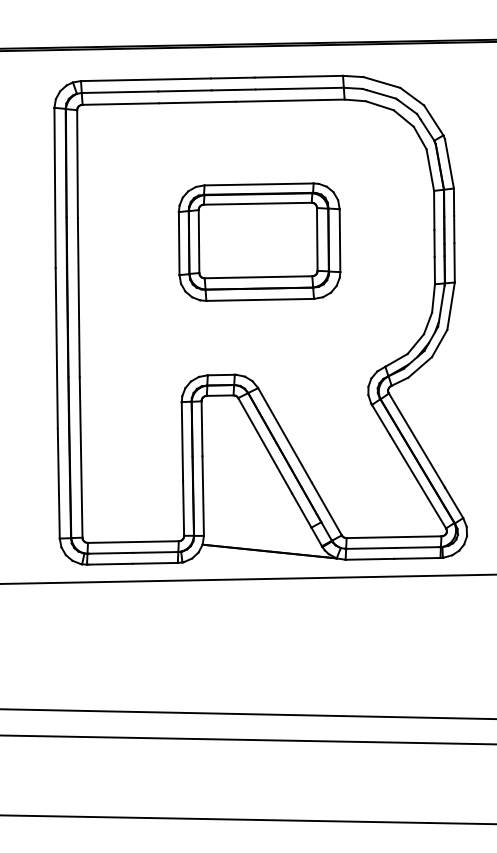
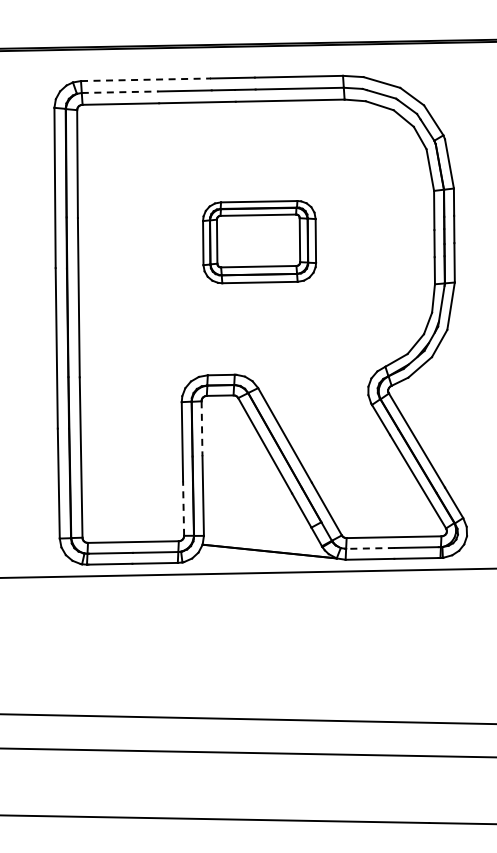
line at (145, 79): solid -> dashed
line at (120, 92): solid -> dashed
part at (259, 241) size: 165x120 px -> 116x85 px
line at (202, 429): solid -> dashed
line at (183, 508): solid -> dashed
line at (370, 548): solid -> dashed
line at (247, 578) position: (247, 578) -> (247, 572)
line at (247, 714) position: (247, 714) -> (247, 719)
line at (247, 739) position: (247, 739) -> (247, 752)
